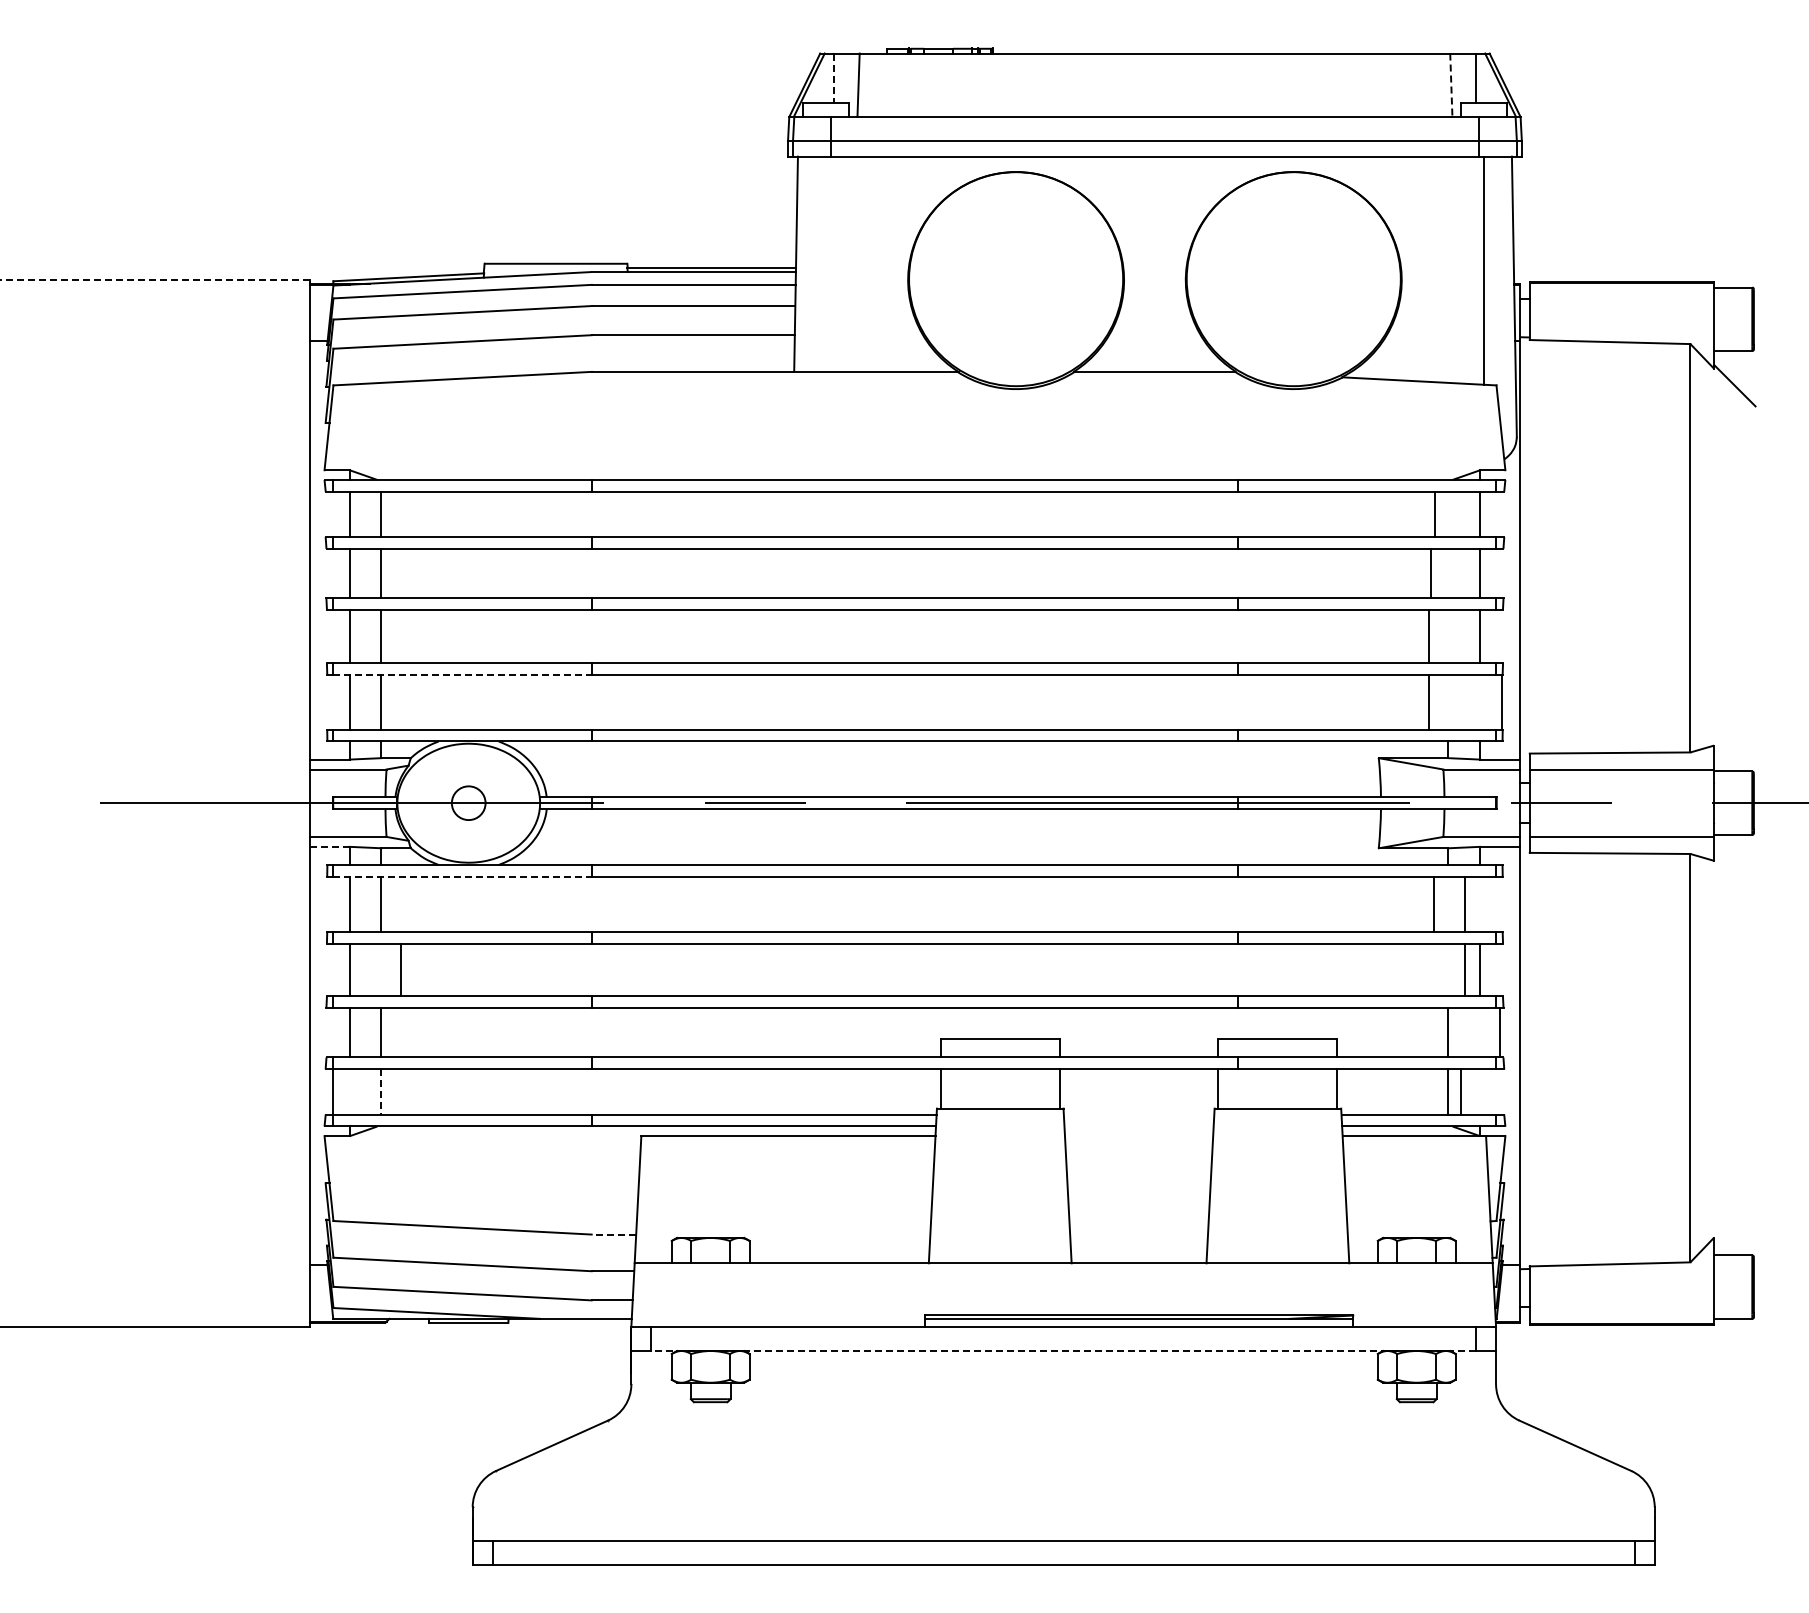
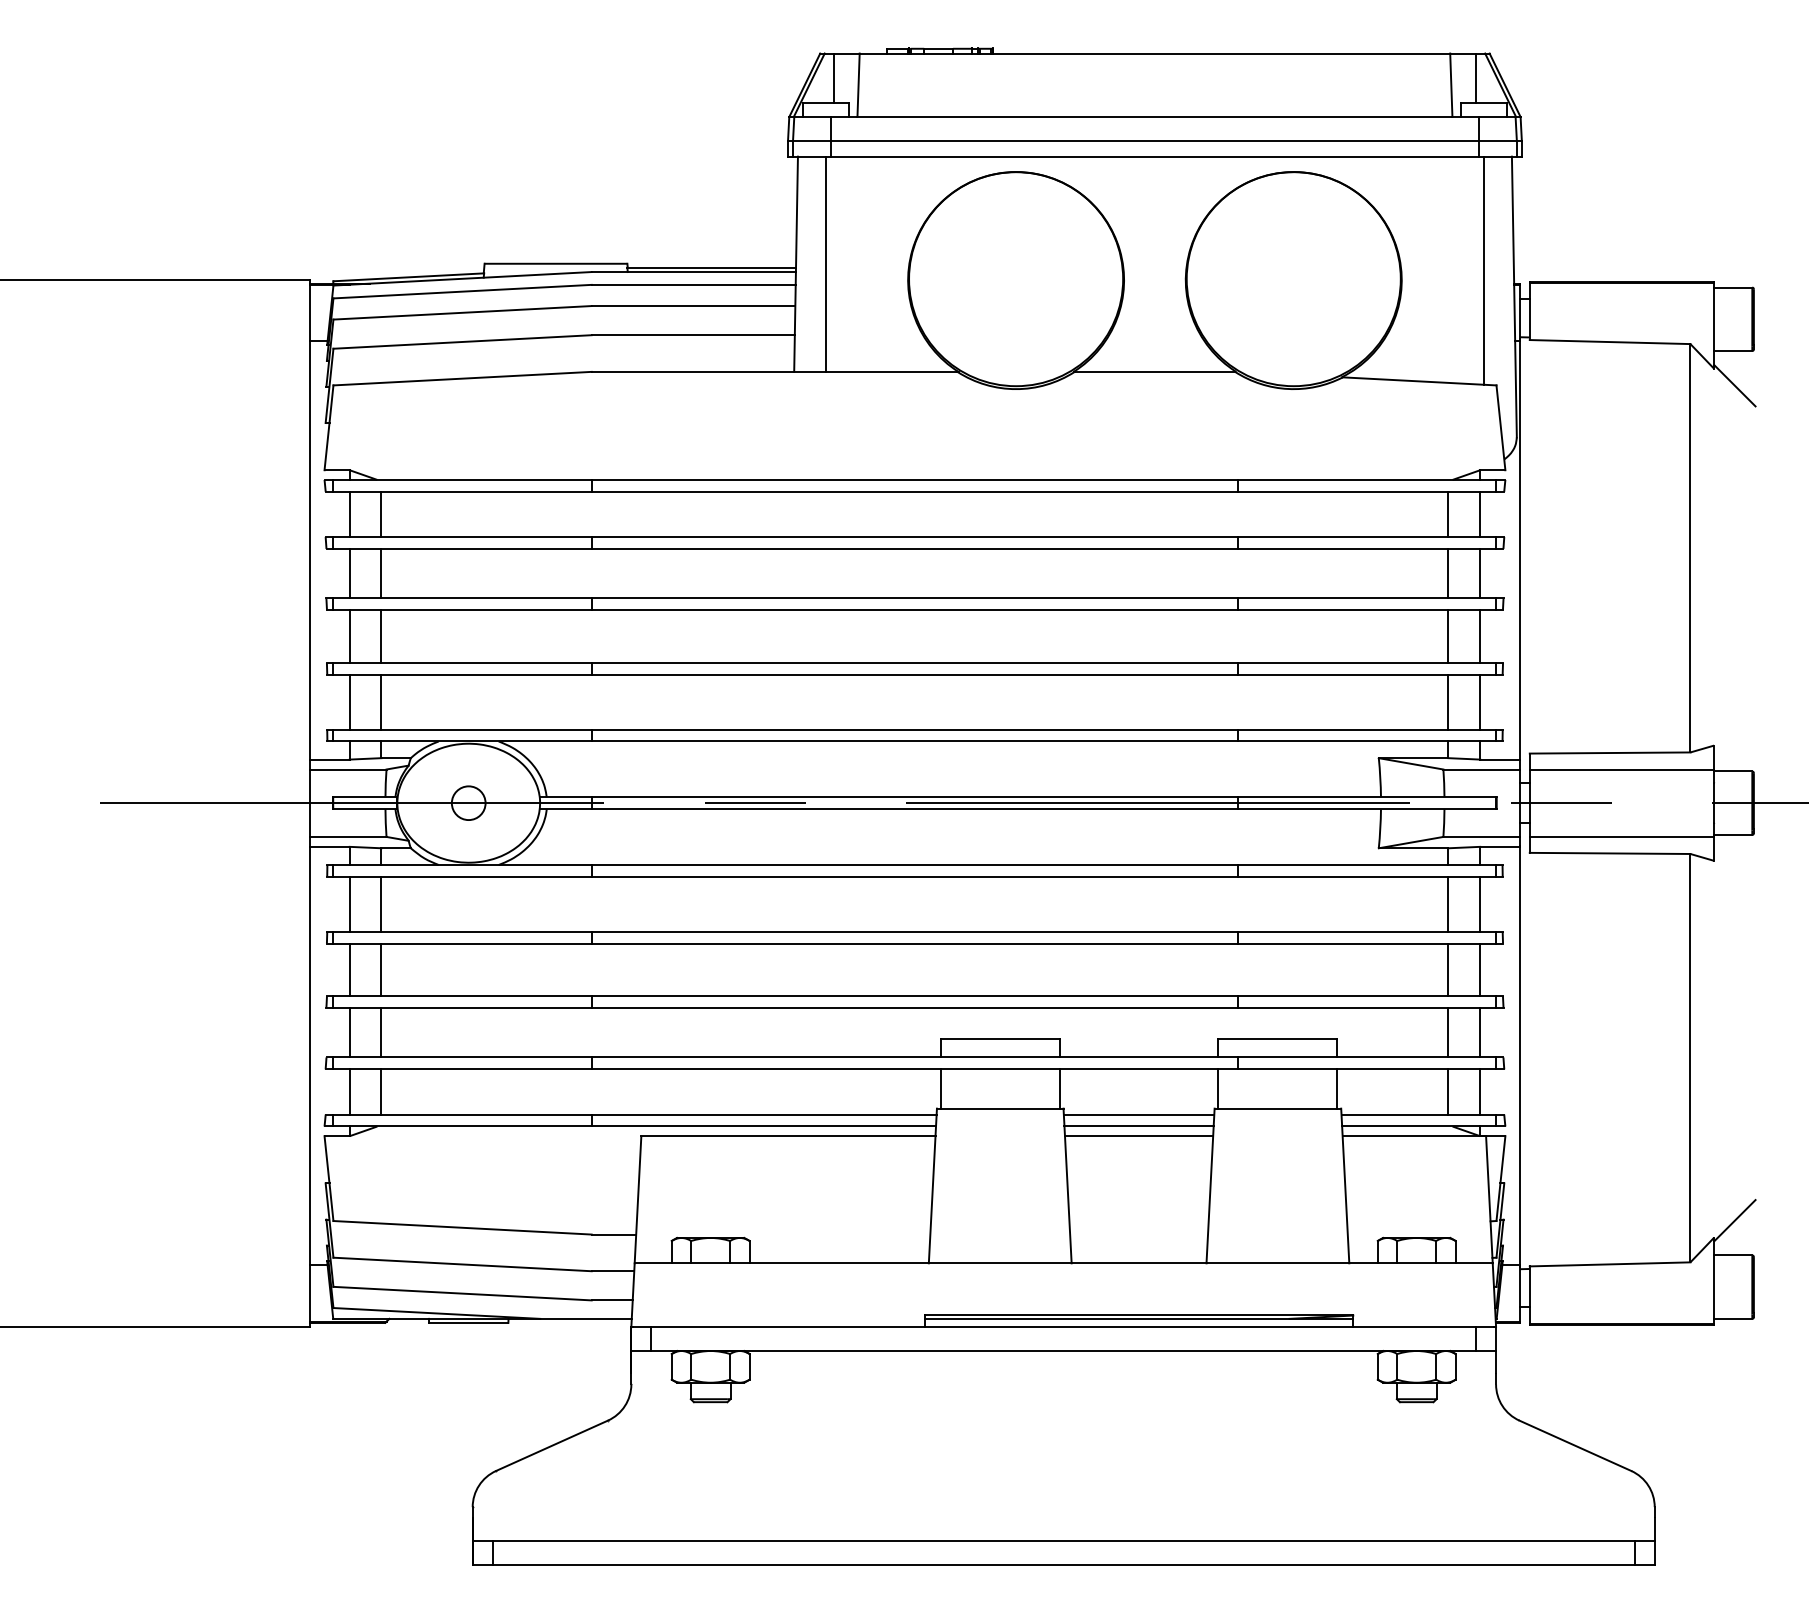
line at (833, 78): dashed -> solid
line at (1451, 85): dashed -> solid
line at (825, 263): none -> present
line at (155, 279): dashed -> solid
line at (1435, 514) position: (1435, 514) -> (1448, 514)
line at (1431, 573) position: (1431, 573) -> (1448, 573)
line at (1429, 636) position: (1429, 636) -> (1448, 636)
line at (463, 674): dashed -> solid
line at (1429, 701) position: (1429, 701) -> (1448, 701)
line at (1502, 701) position: (1502, 701) -> (1480, 701)
line at (329, 846): dashed -> solid
line at (463, 876): dashed -> solid
line at (1434, 903) position: (1434, 903) -> (1448, 903)
line at (1465, 903) position: (1465, 903) -> (1480, 903)
line at (401, 969) position: (401, 969) -> (381, 969)
line at (1465, 969) position: (1465, 969) -> (1448, 969)
line at (1500, 1032) position: (1500, 1032) -> (1480, 1032)
line at (332, 1091) position: (332, 1091) -> (349, 1091)
line at (381, 1091): dashed -> solid
line at (1461, 1091) position: (1461, 1091) -> (1480, 1091)
line at (1138, 1114): none -> present
line at (1138, 1126): none -> present
line at (1139, 1136): none -> present
line at (1734, 1220): none -> present
line at (613, 1234): dashed -> solid
line at (1063, 1350): dashed -> solid
